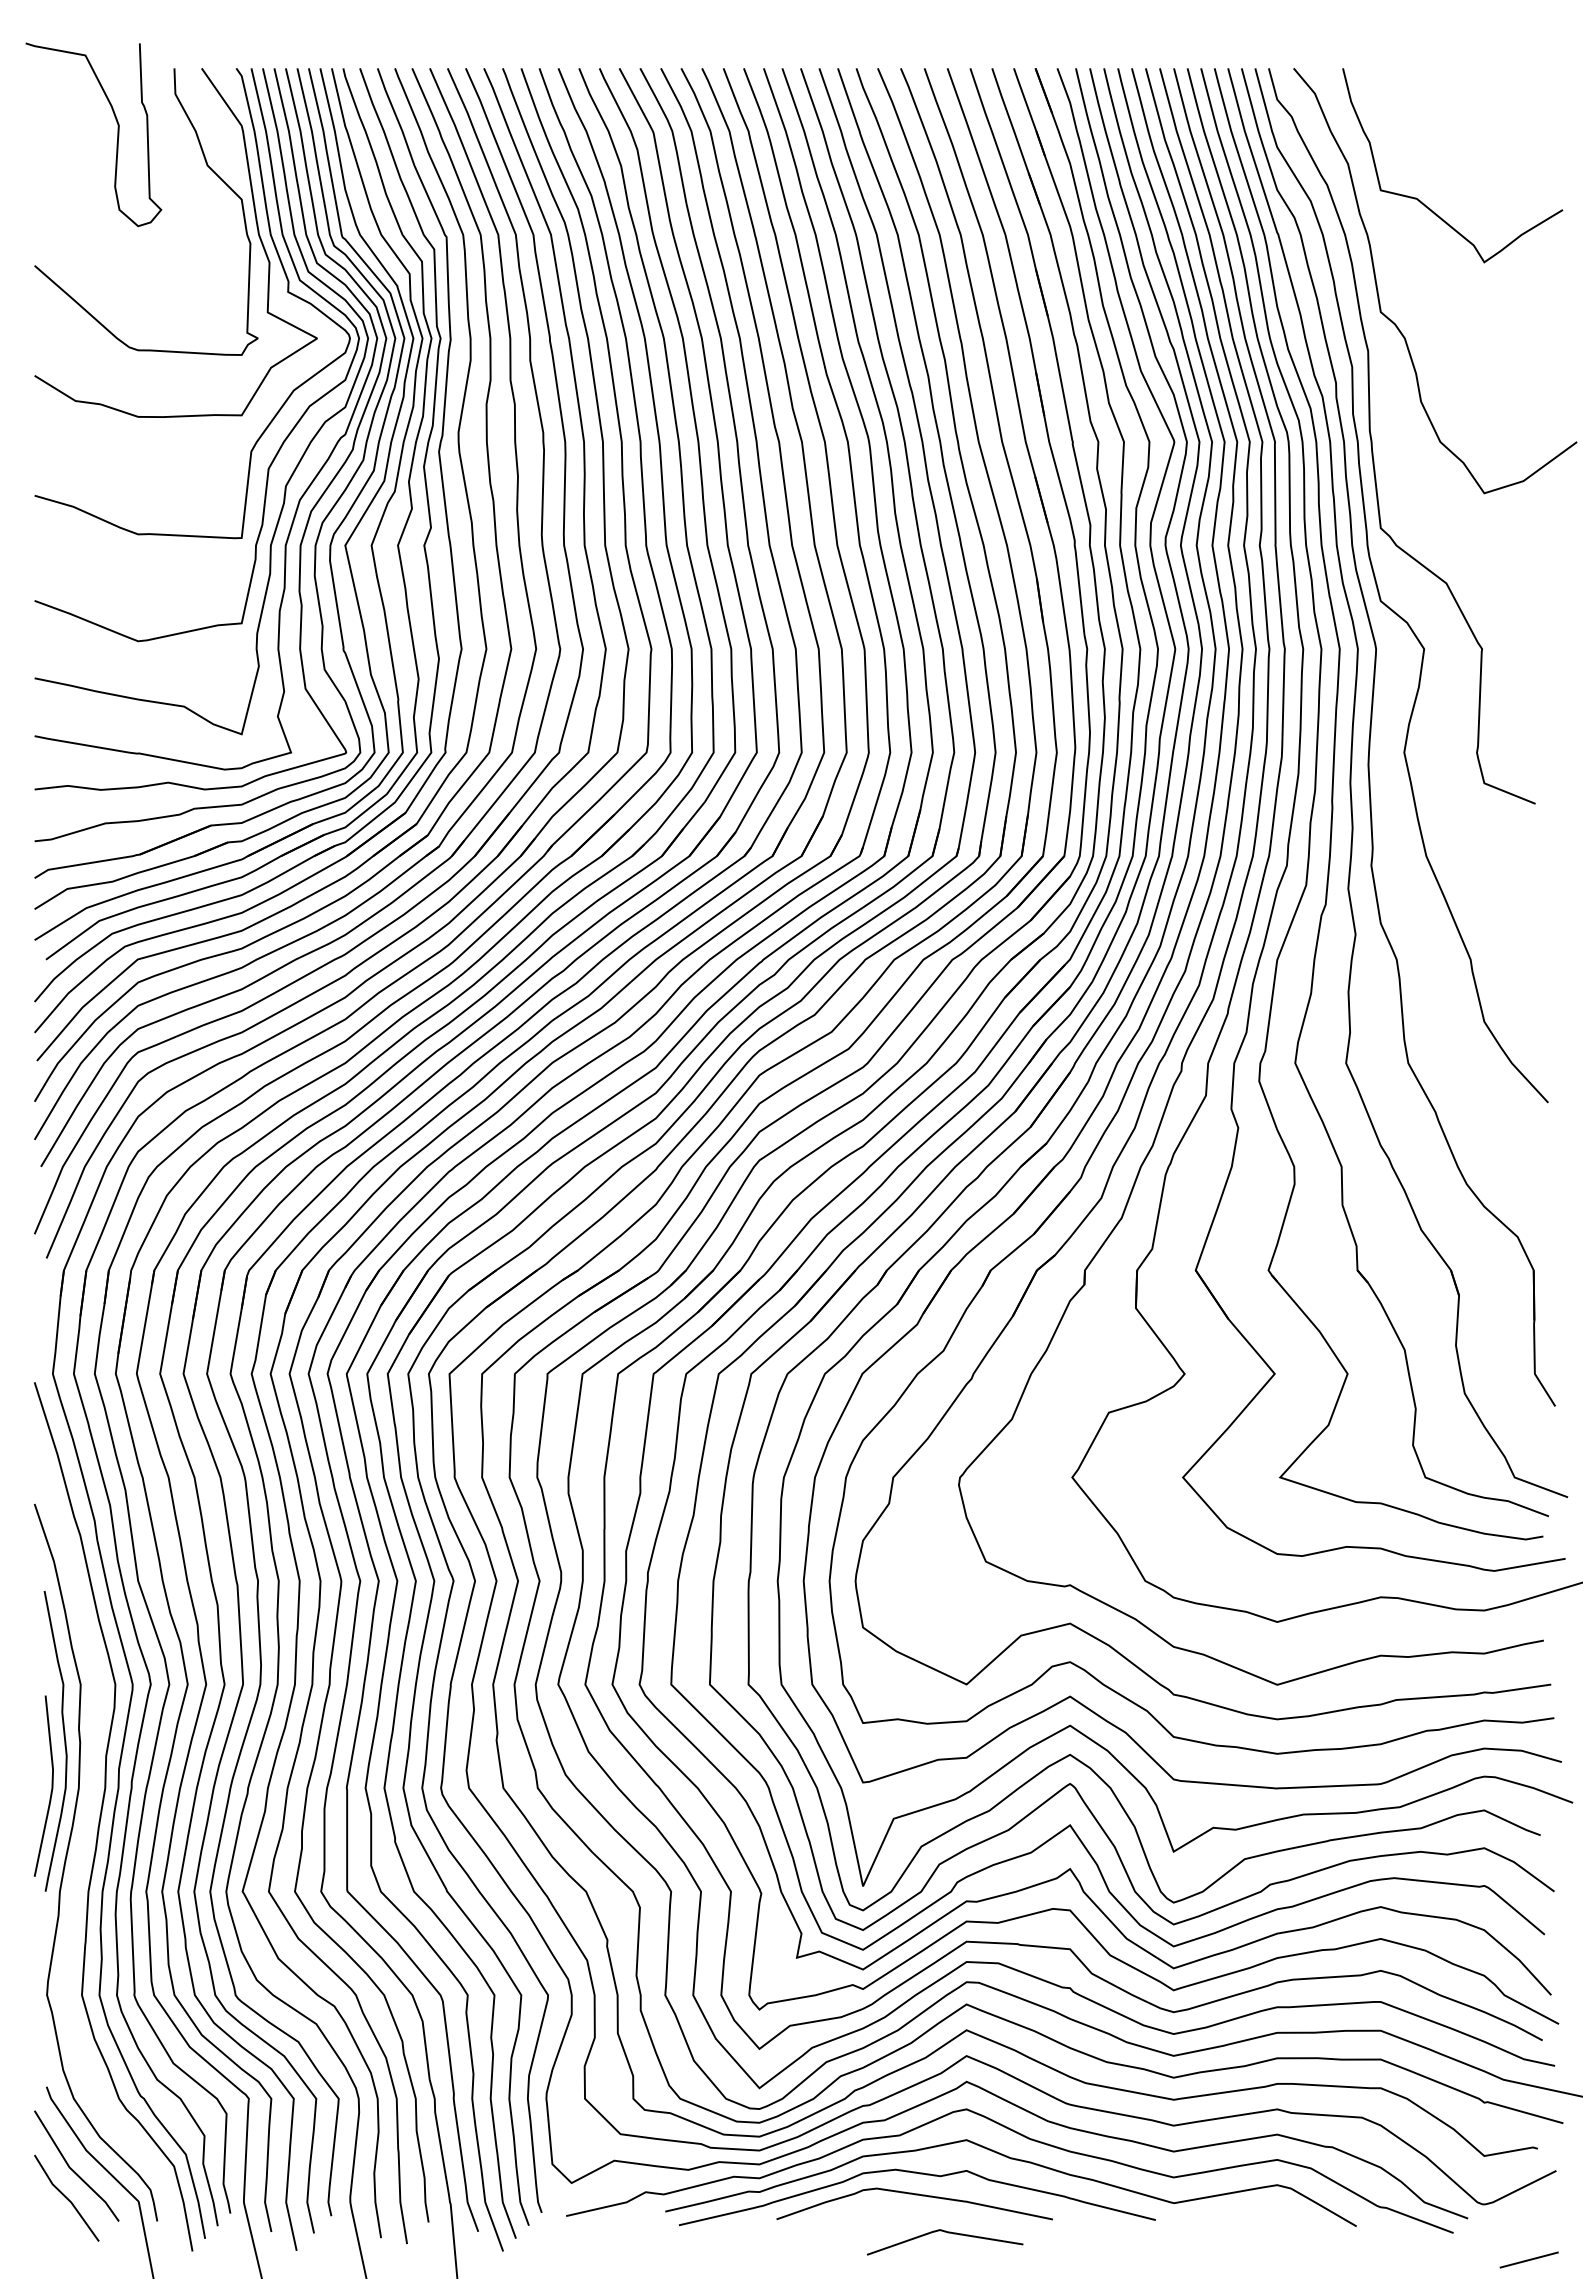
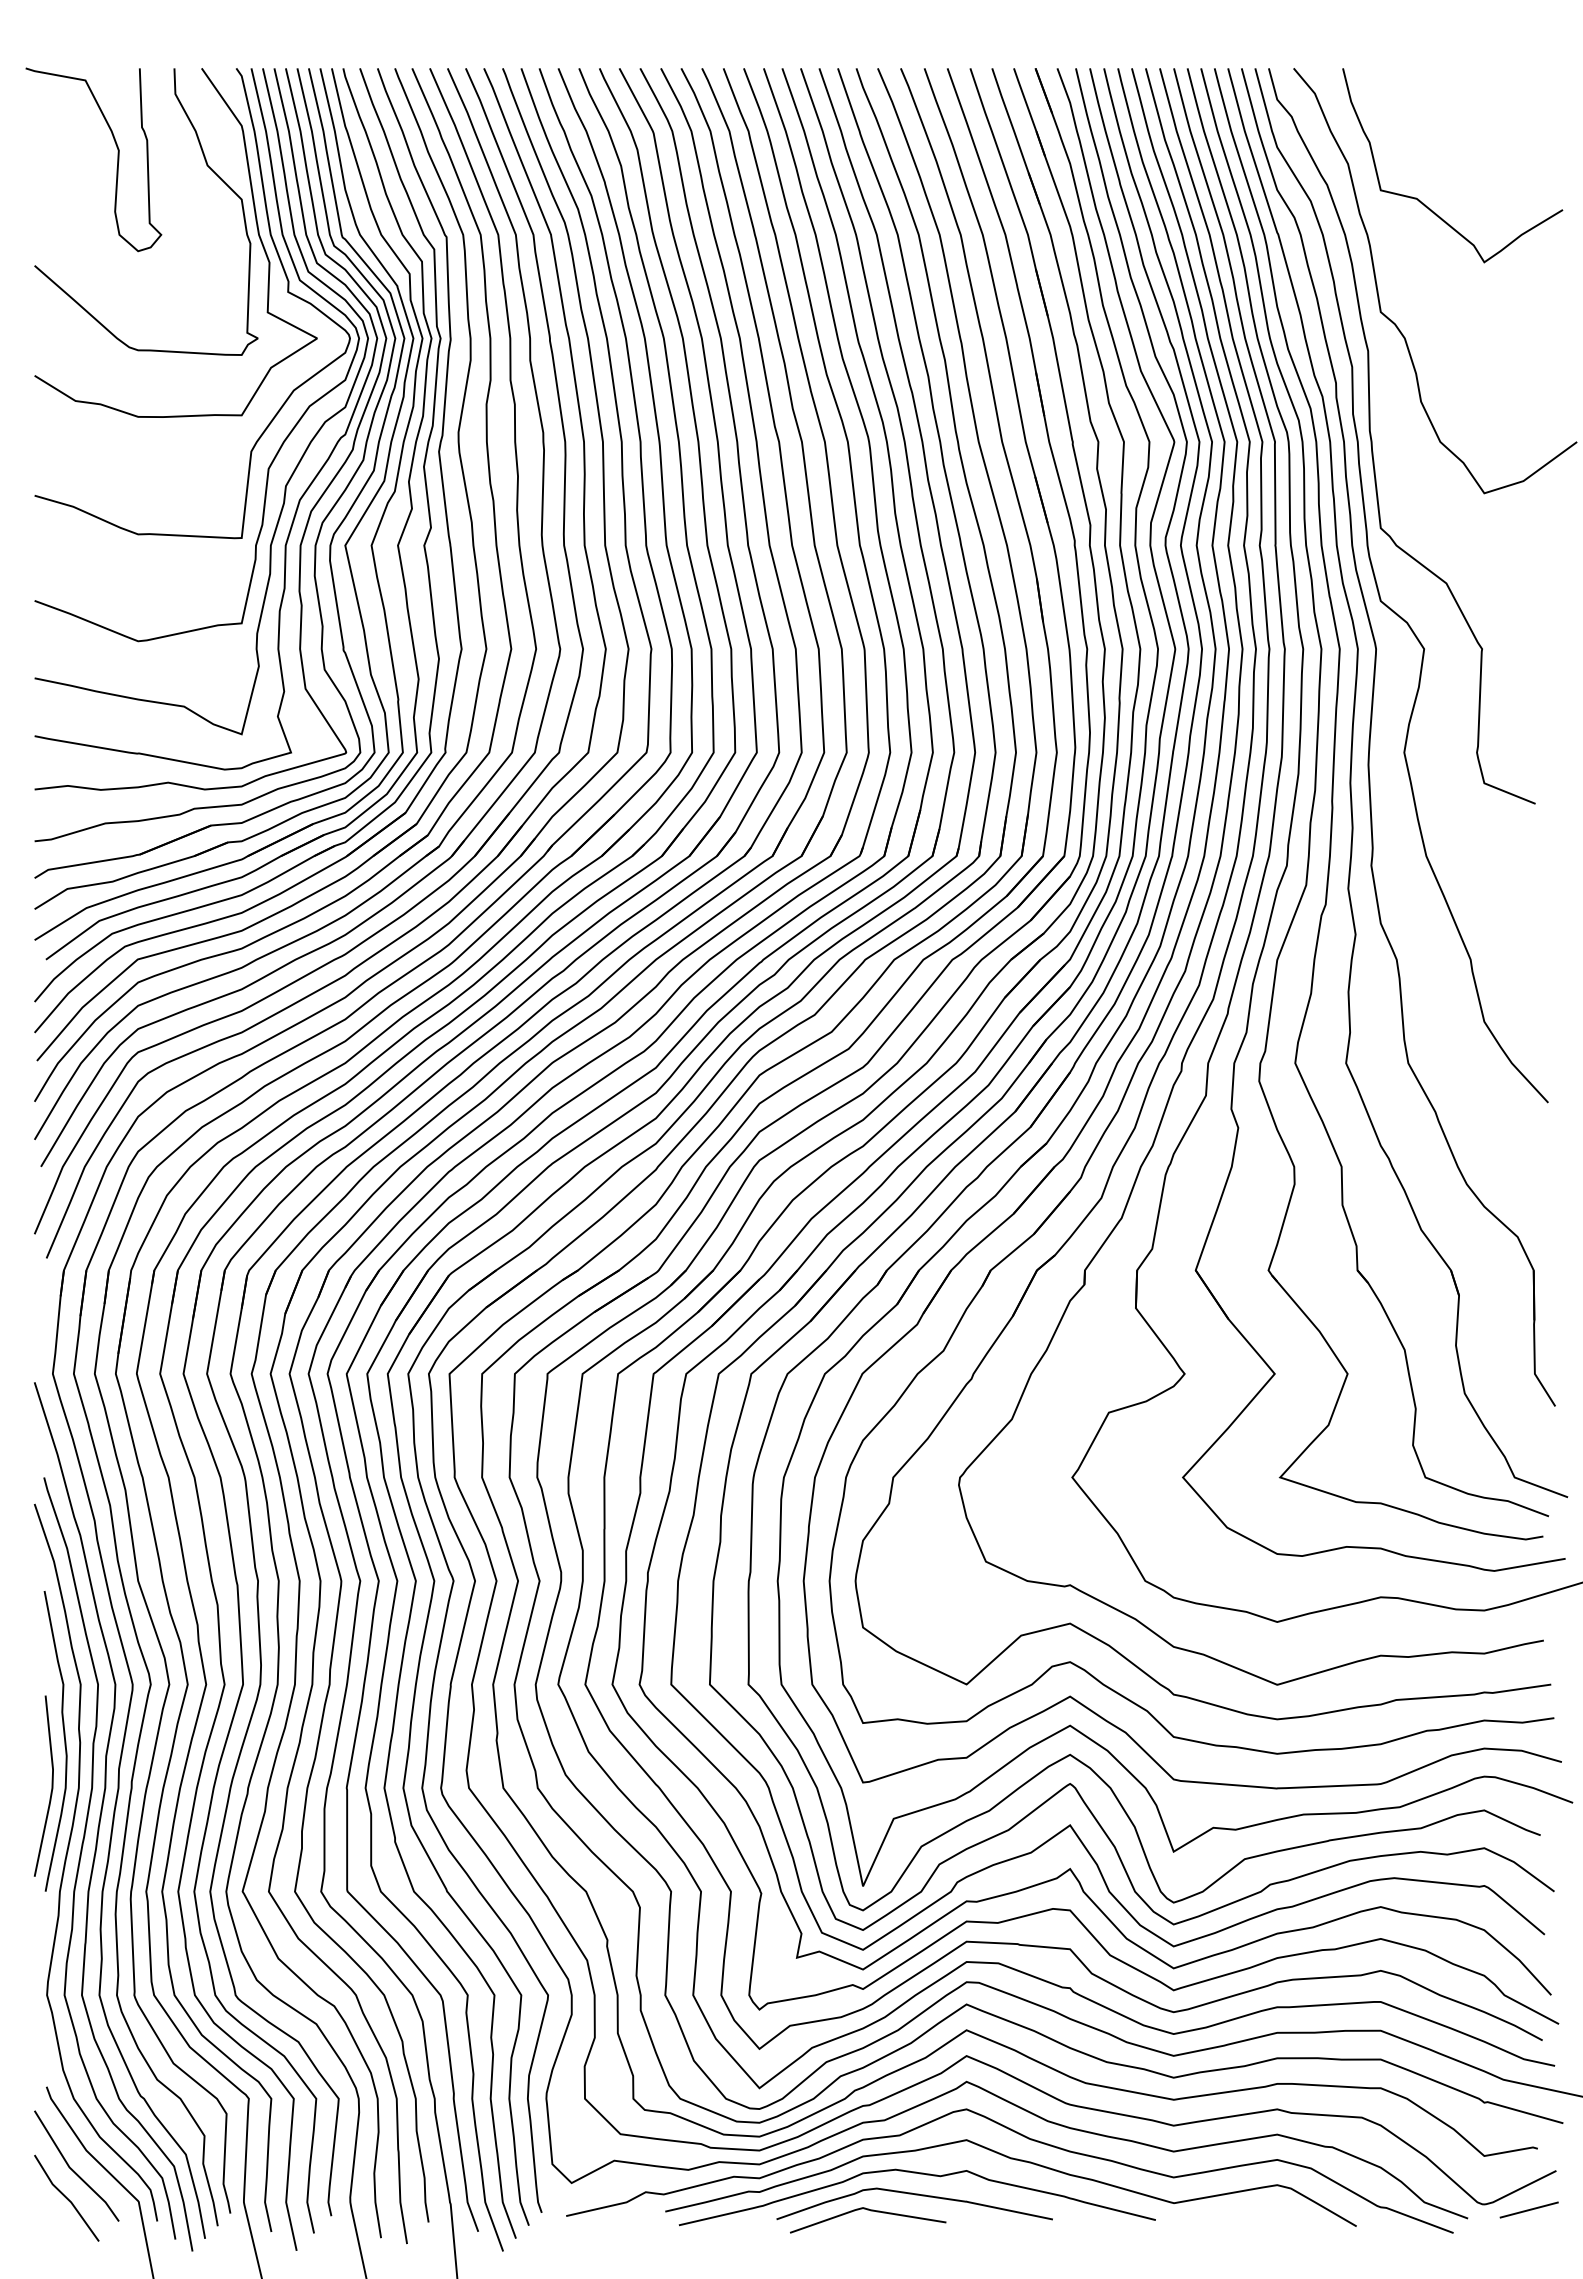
curve at (117, 134) position: (117, 134) -> (117, 159)
curve at (82, 1851): none -> present
line at (947, 2233) position: (947, 2233) -> (870, 2211)
line at (1528, 2259) position: (1528, 2259) -> (1528, 2209)
